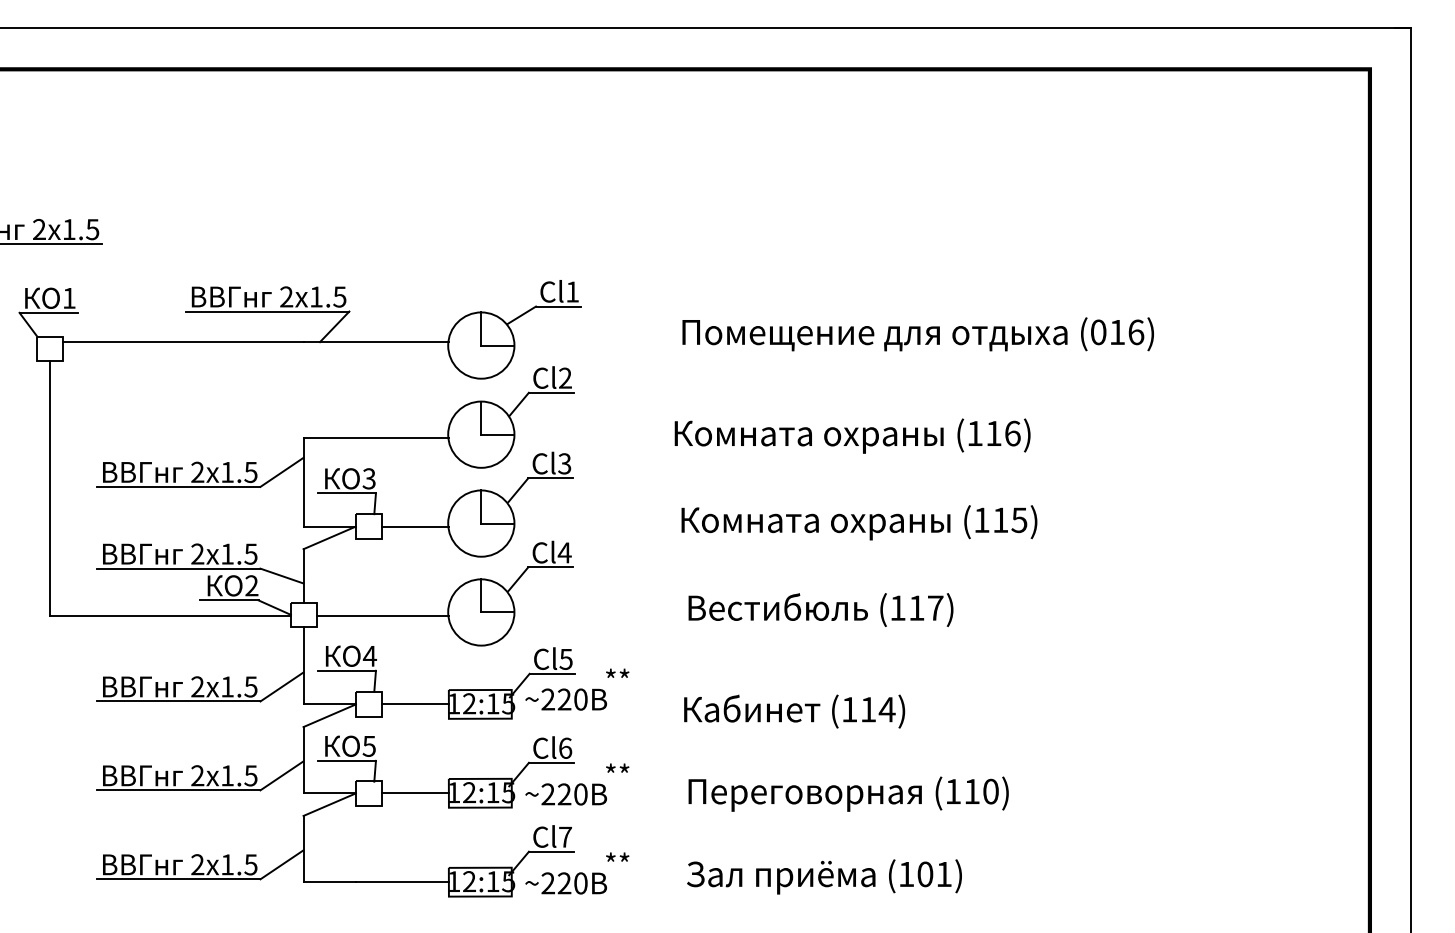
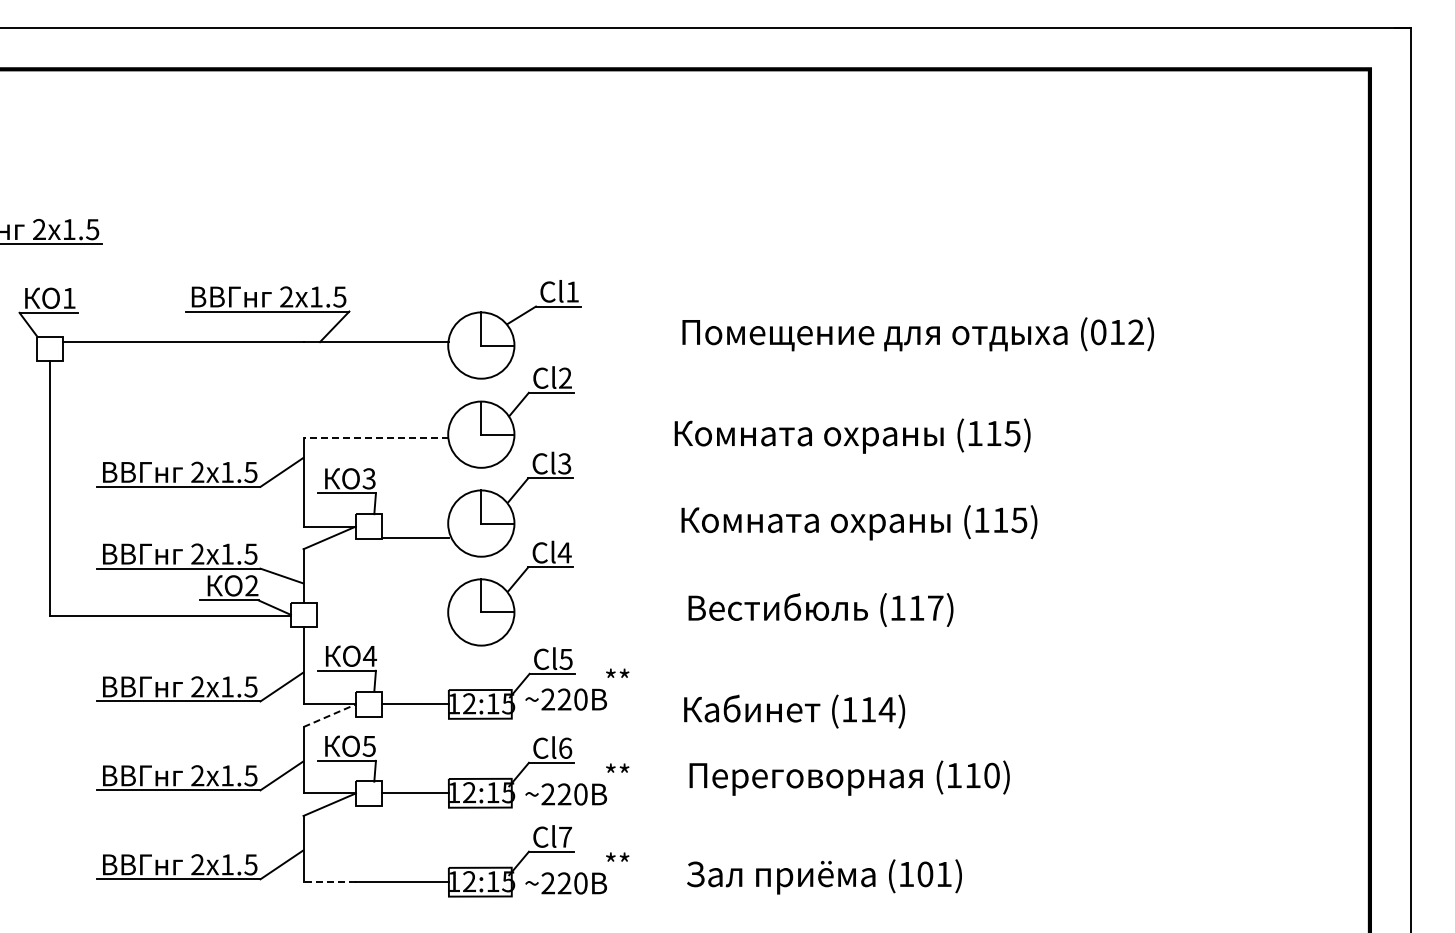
text at (1136, 332): (016) -> (012)
text at (1012, 433): (116) -> (115)
line at (376, 437): solid -> dashed
line at (414, 526) position: (414, 526) -> (414, 537)
line at (382, 615): present -> none
line at (329, 715): solid -> dashed
text at (848, 793) position: (848, 793) -> (849, 777)
line at (329, 882): solid -> dashed
